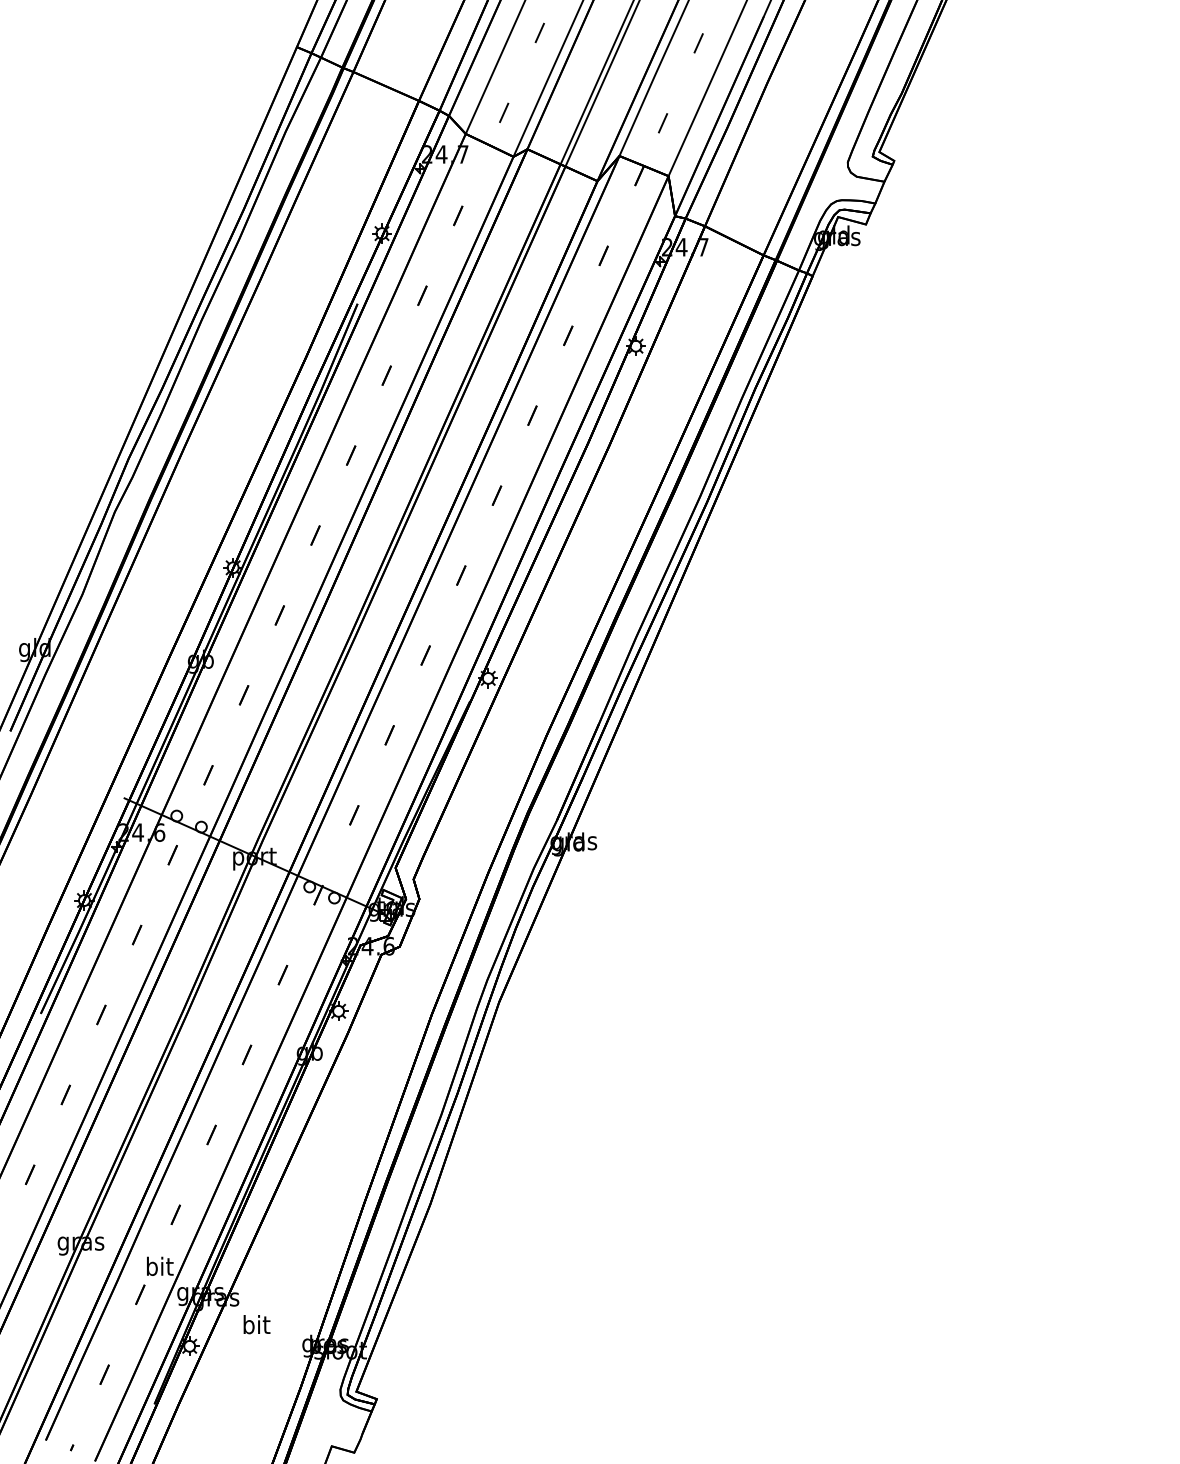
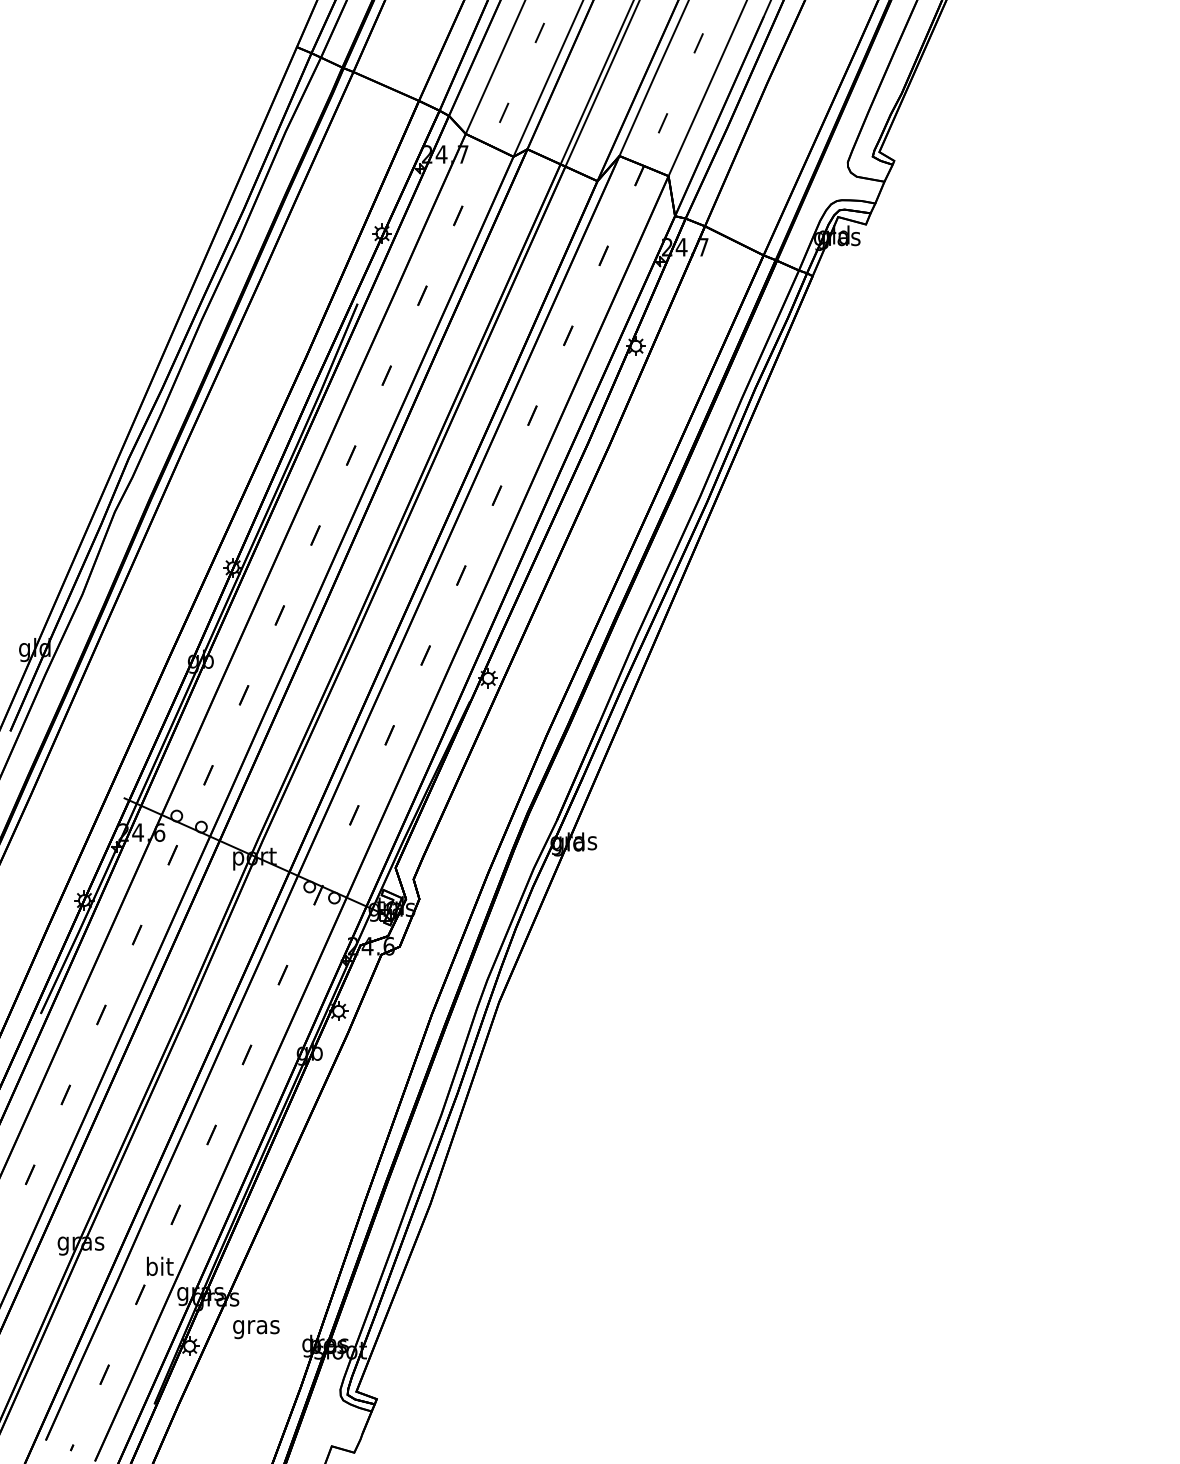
text at (256, 1327): bit -> gras
